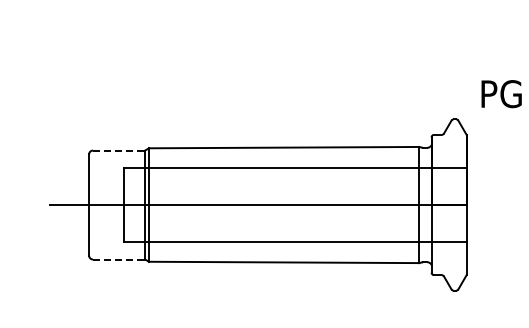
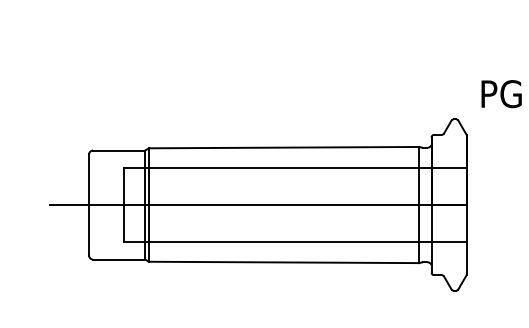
line at (119, 150): dashed -> solid
line at (119, 259): dashed -> solid
